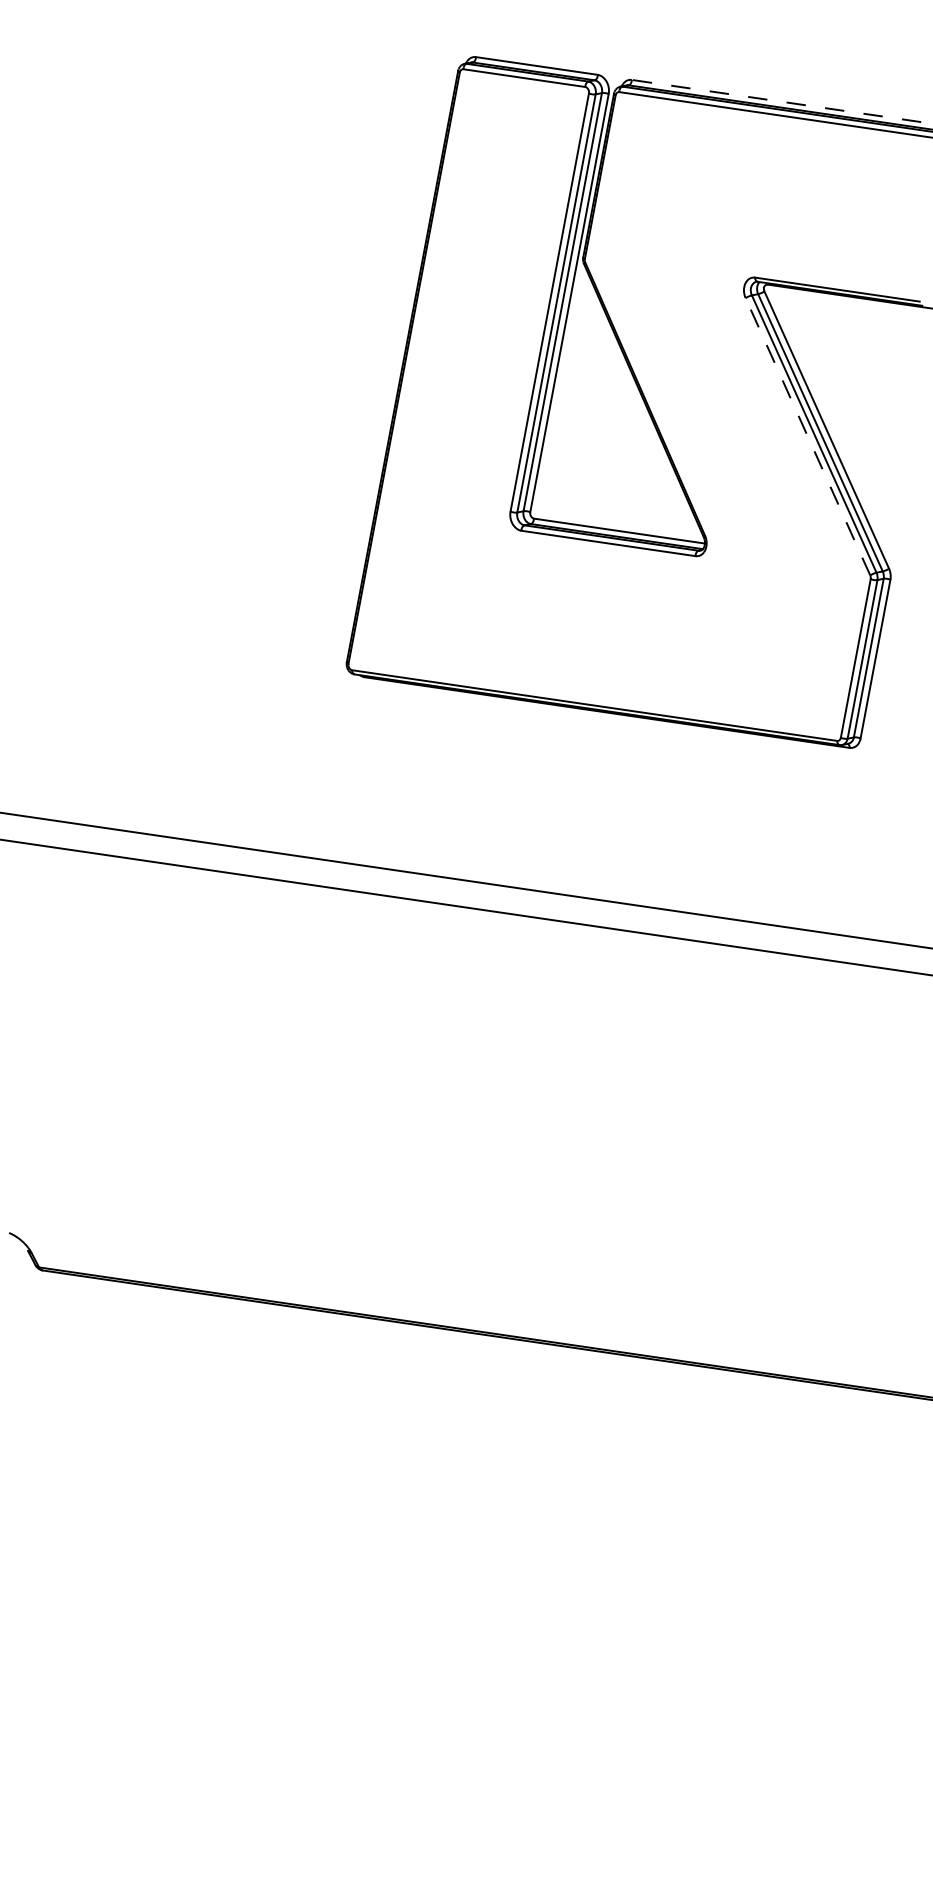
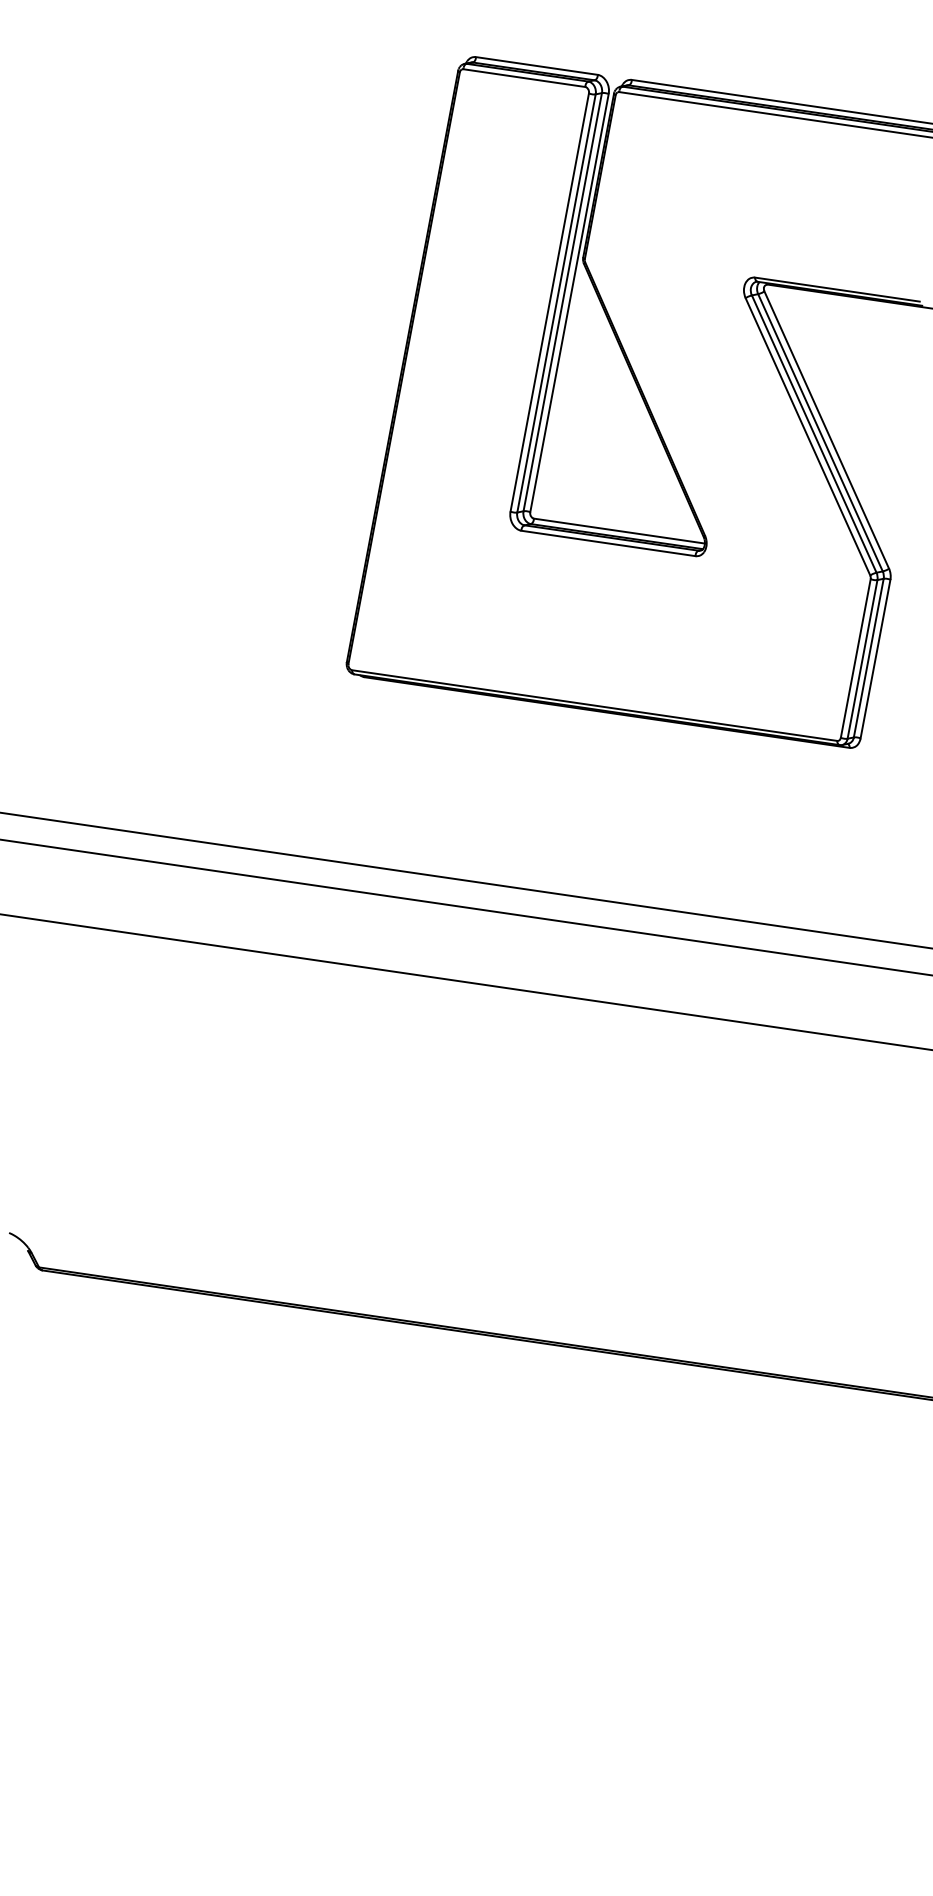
line at (781, 101): dashed -> solid
line at (807, 436): dashed -> solid
line at (465, 981): none -> present
